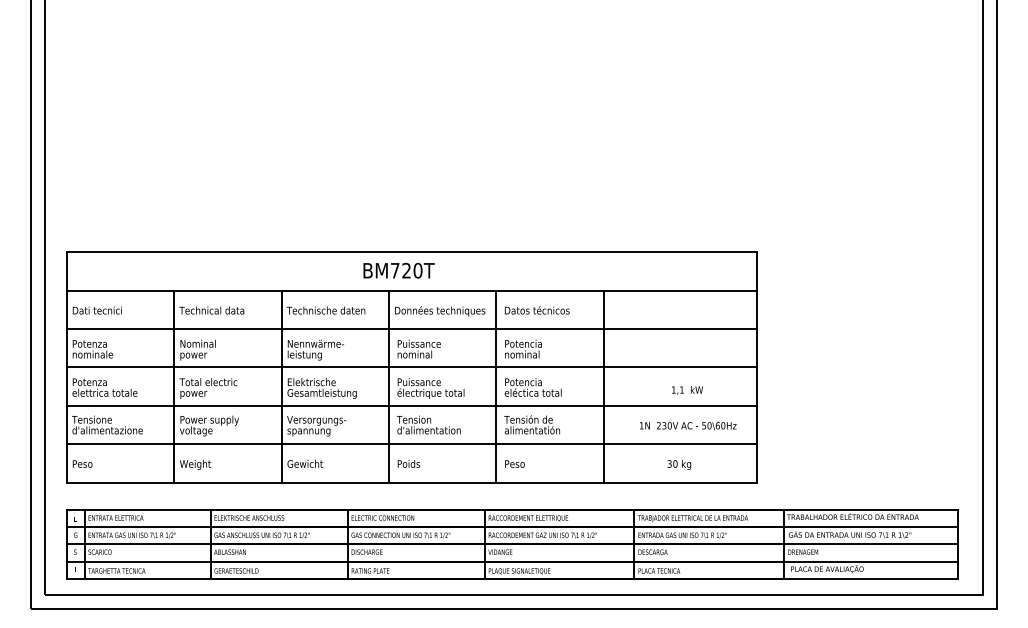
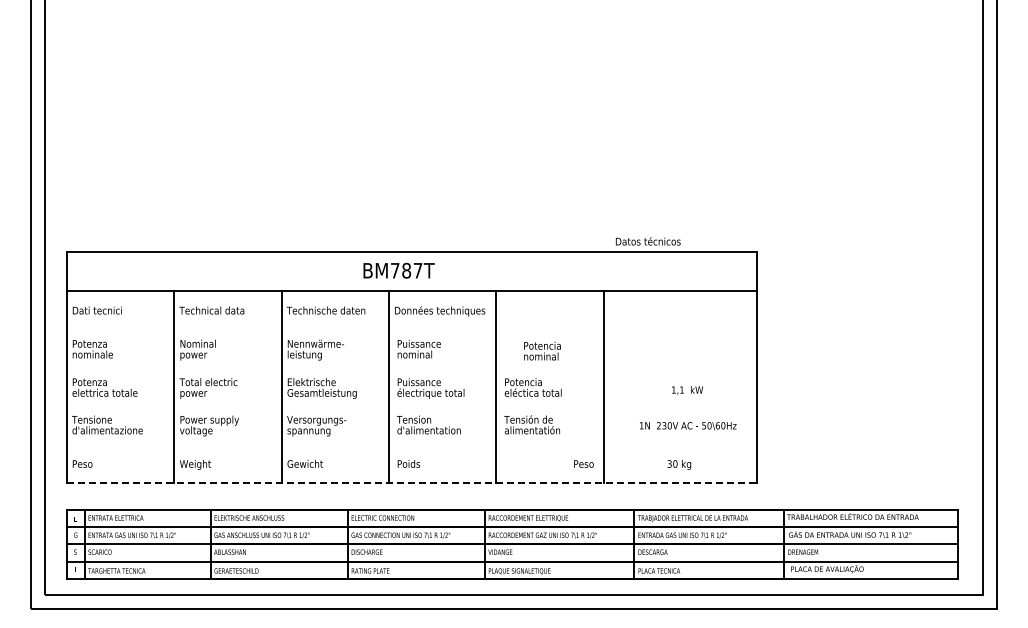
text at (412, 270): BM720T -> BM787T
text at (536, 310) position: (536, 310) -> (647, 241)
line at (412, 329): present -> none
text at (523, 348) position: (523, 348) -> (542, 350)
line at (412, 367): present -> none
line at (412, 405): present -> none
line at (412, 444): present -> none
text at (514, 463) position: (514, 463) -> (583, 463)
line at (412, 482): solid -> dashed
